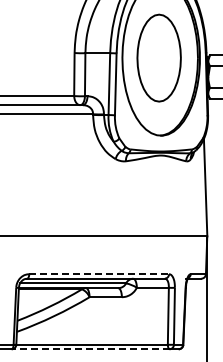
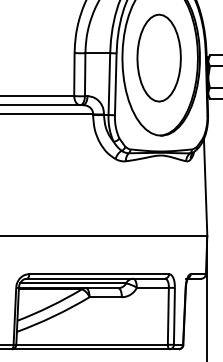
line at (99, 274): dashed -> solid
line at (90, 349): dashed -> solid
